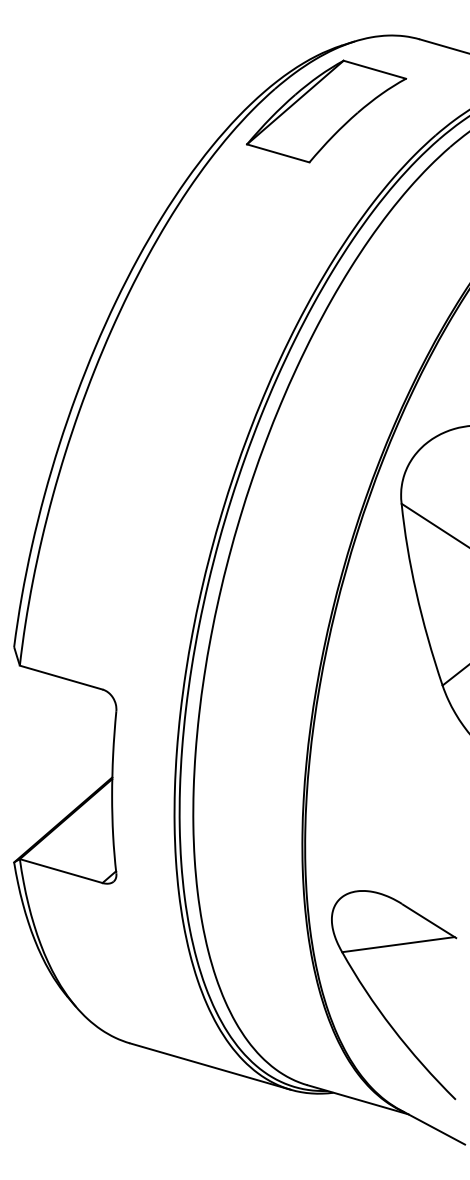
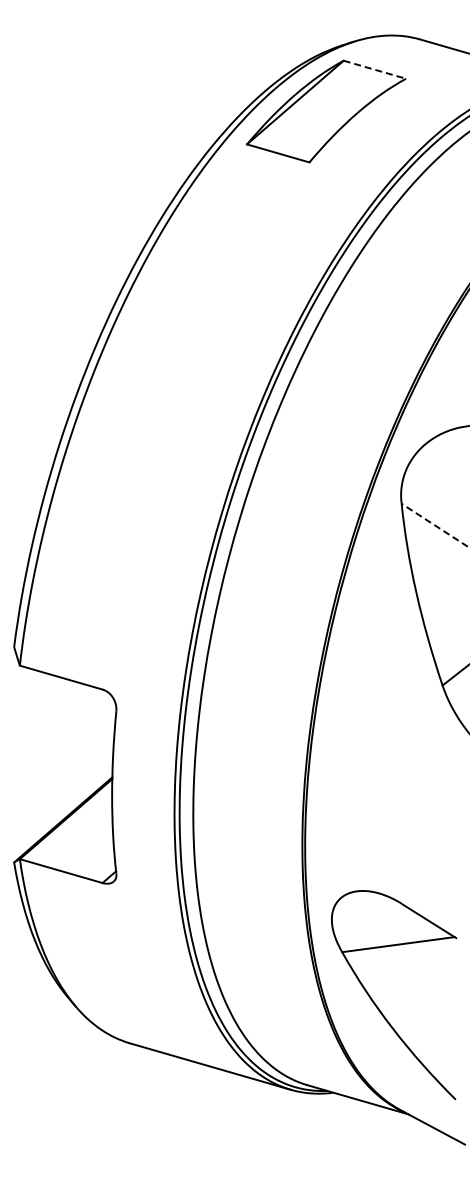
line at (375, 69): solid -> dashed
line at (435, 525): solid -> dashed
